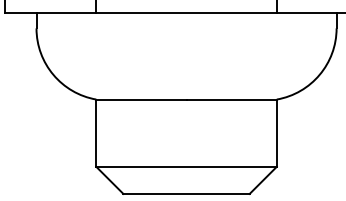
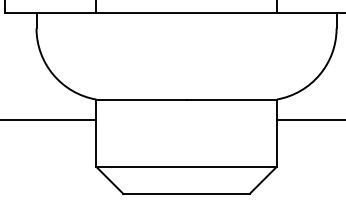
line at (49, 120): none -> present
line at (309, 120): none -> present
